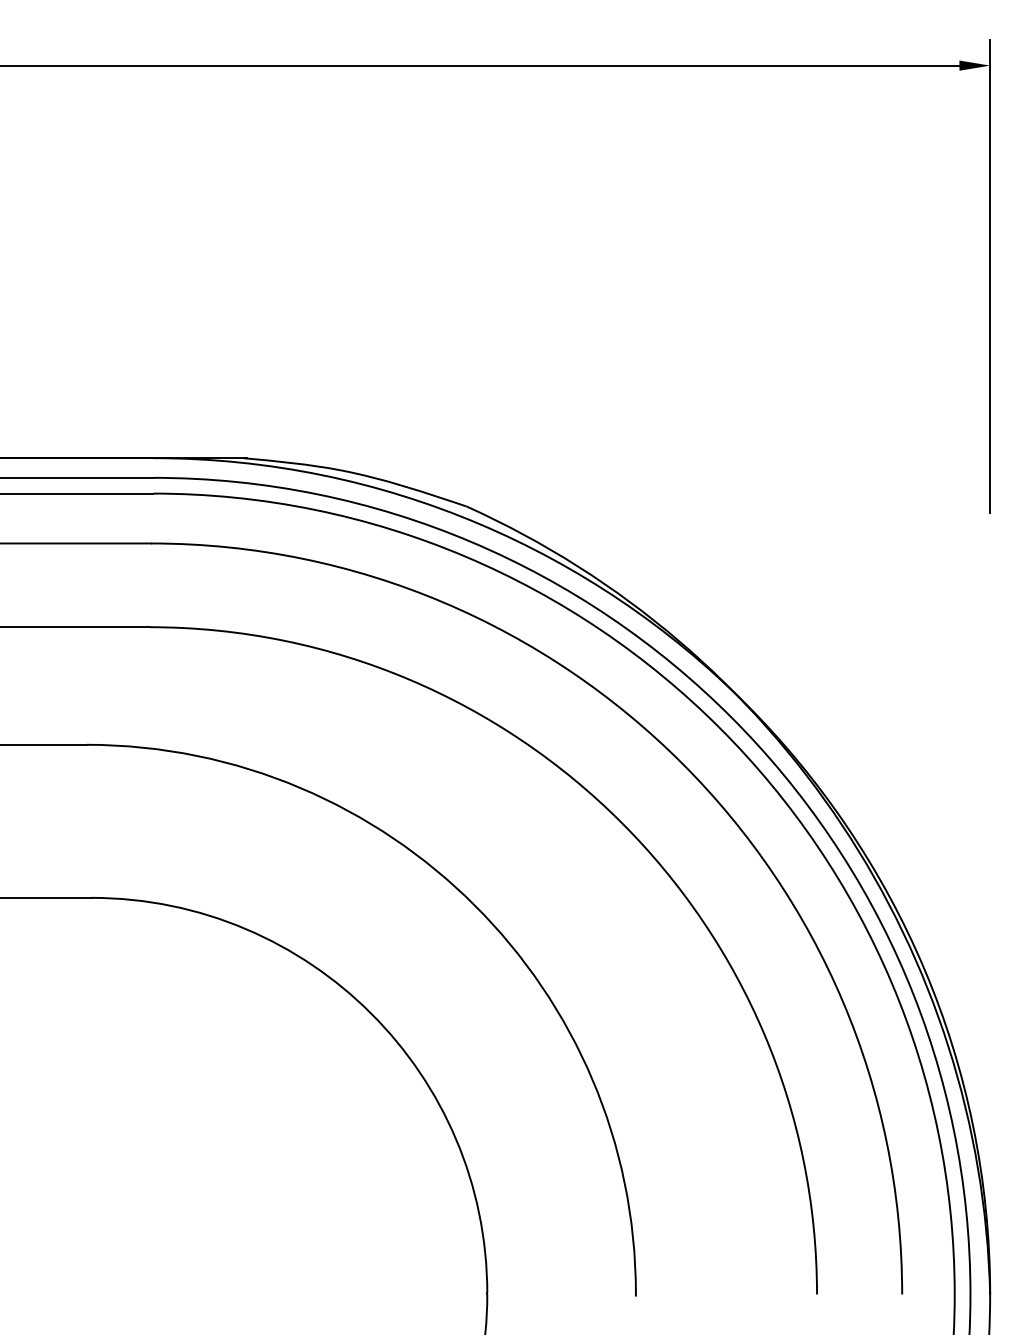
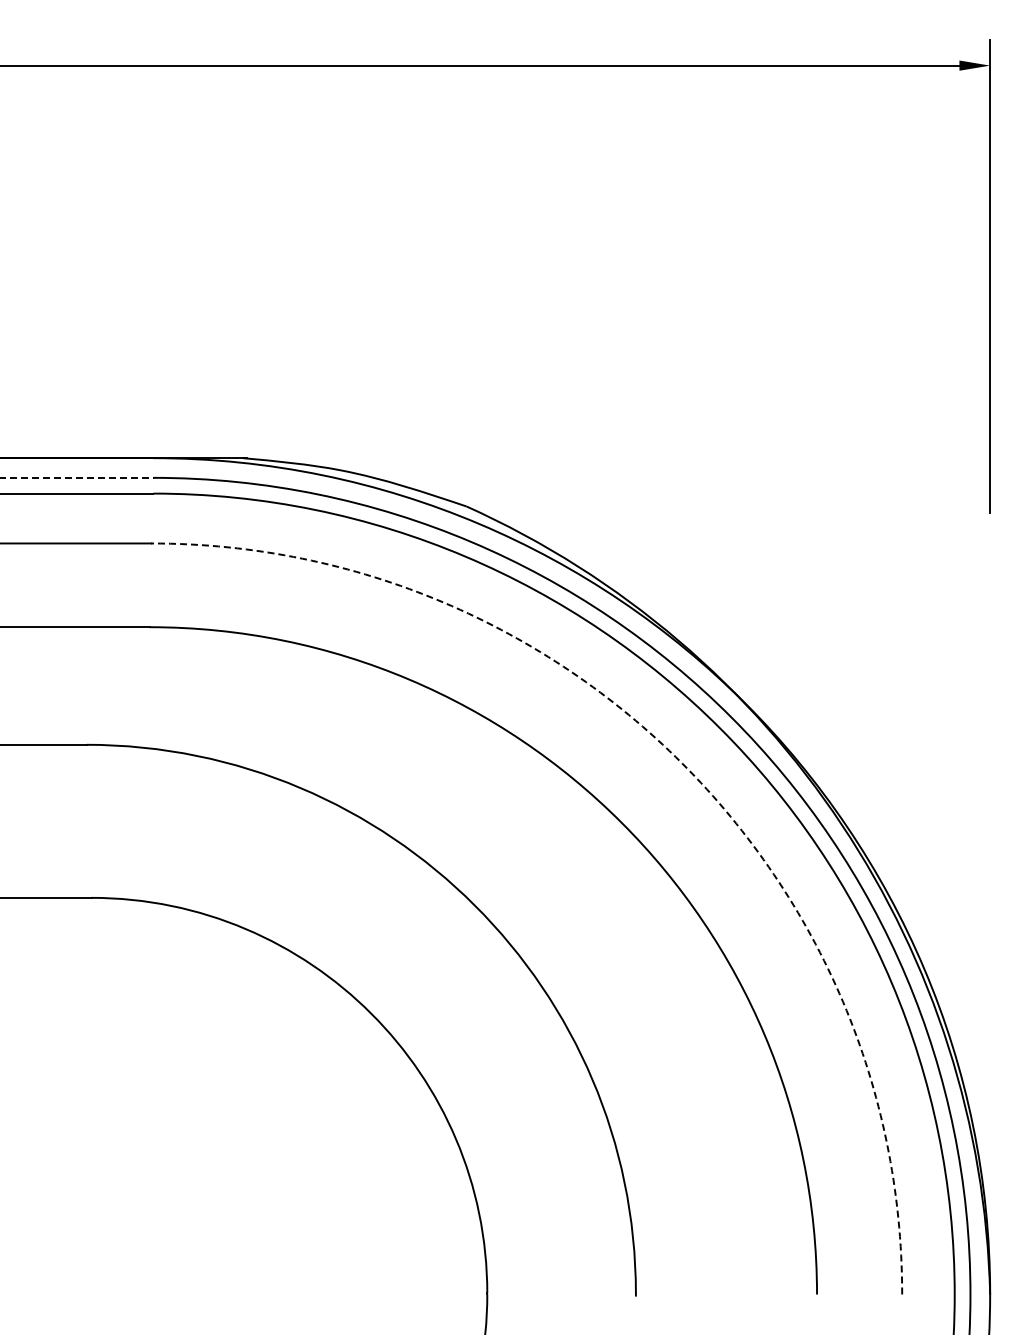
line at (77, 477): solid -> dashed
arc at (682, 763): solid -> dashed
